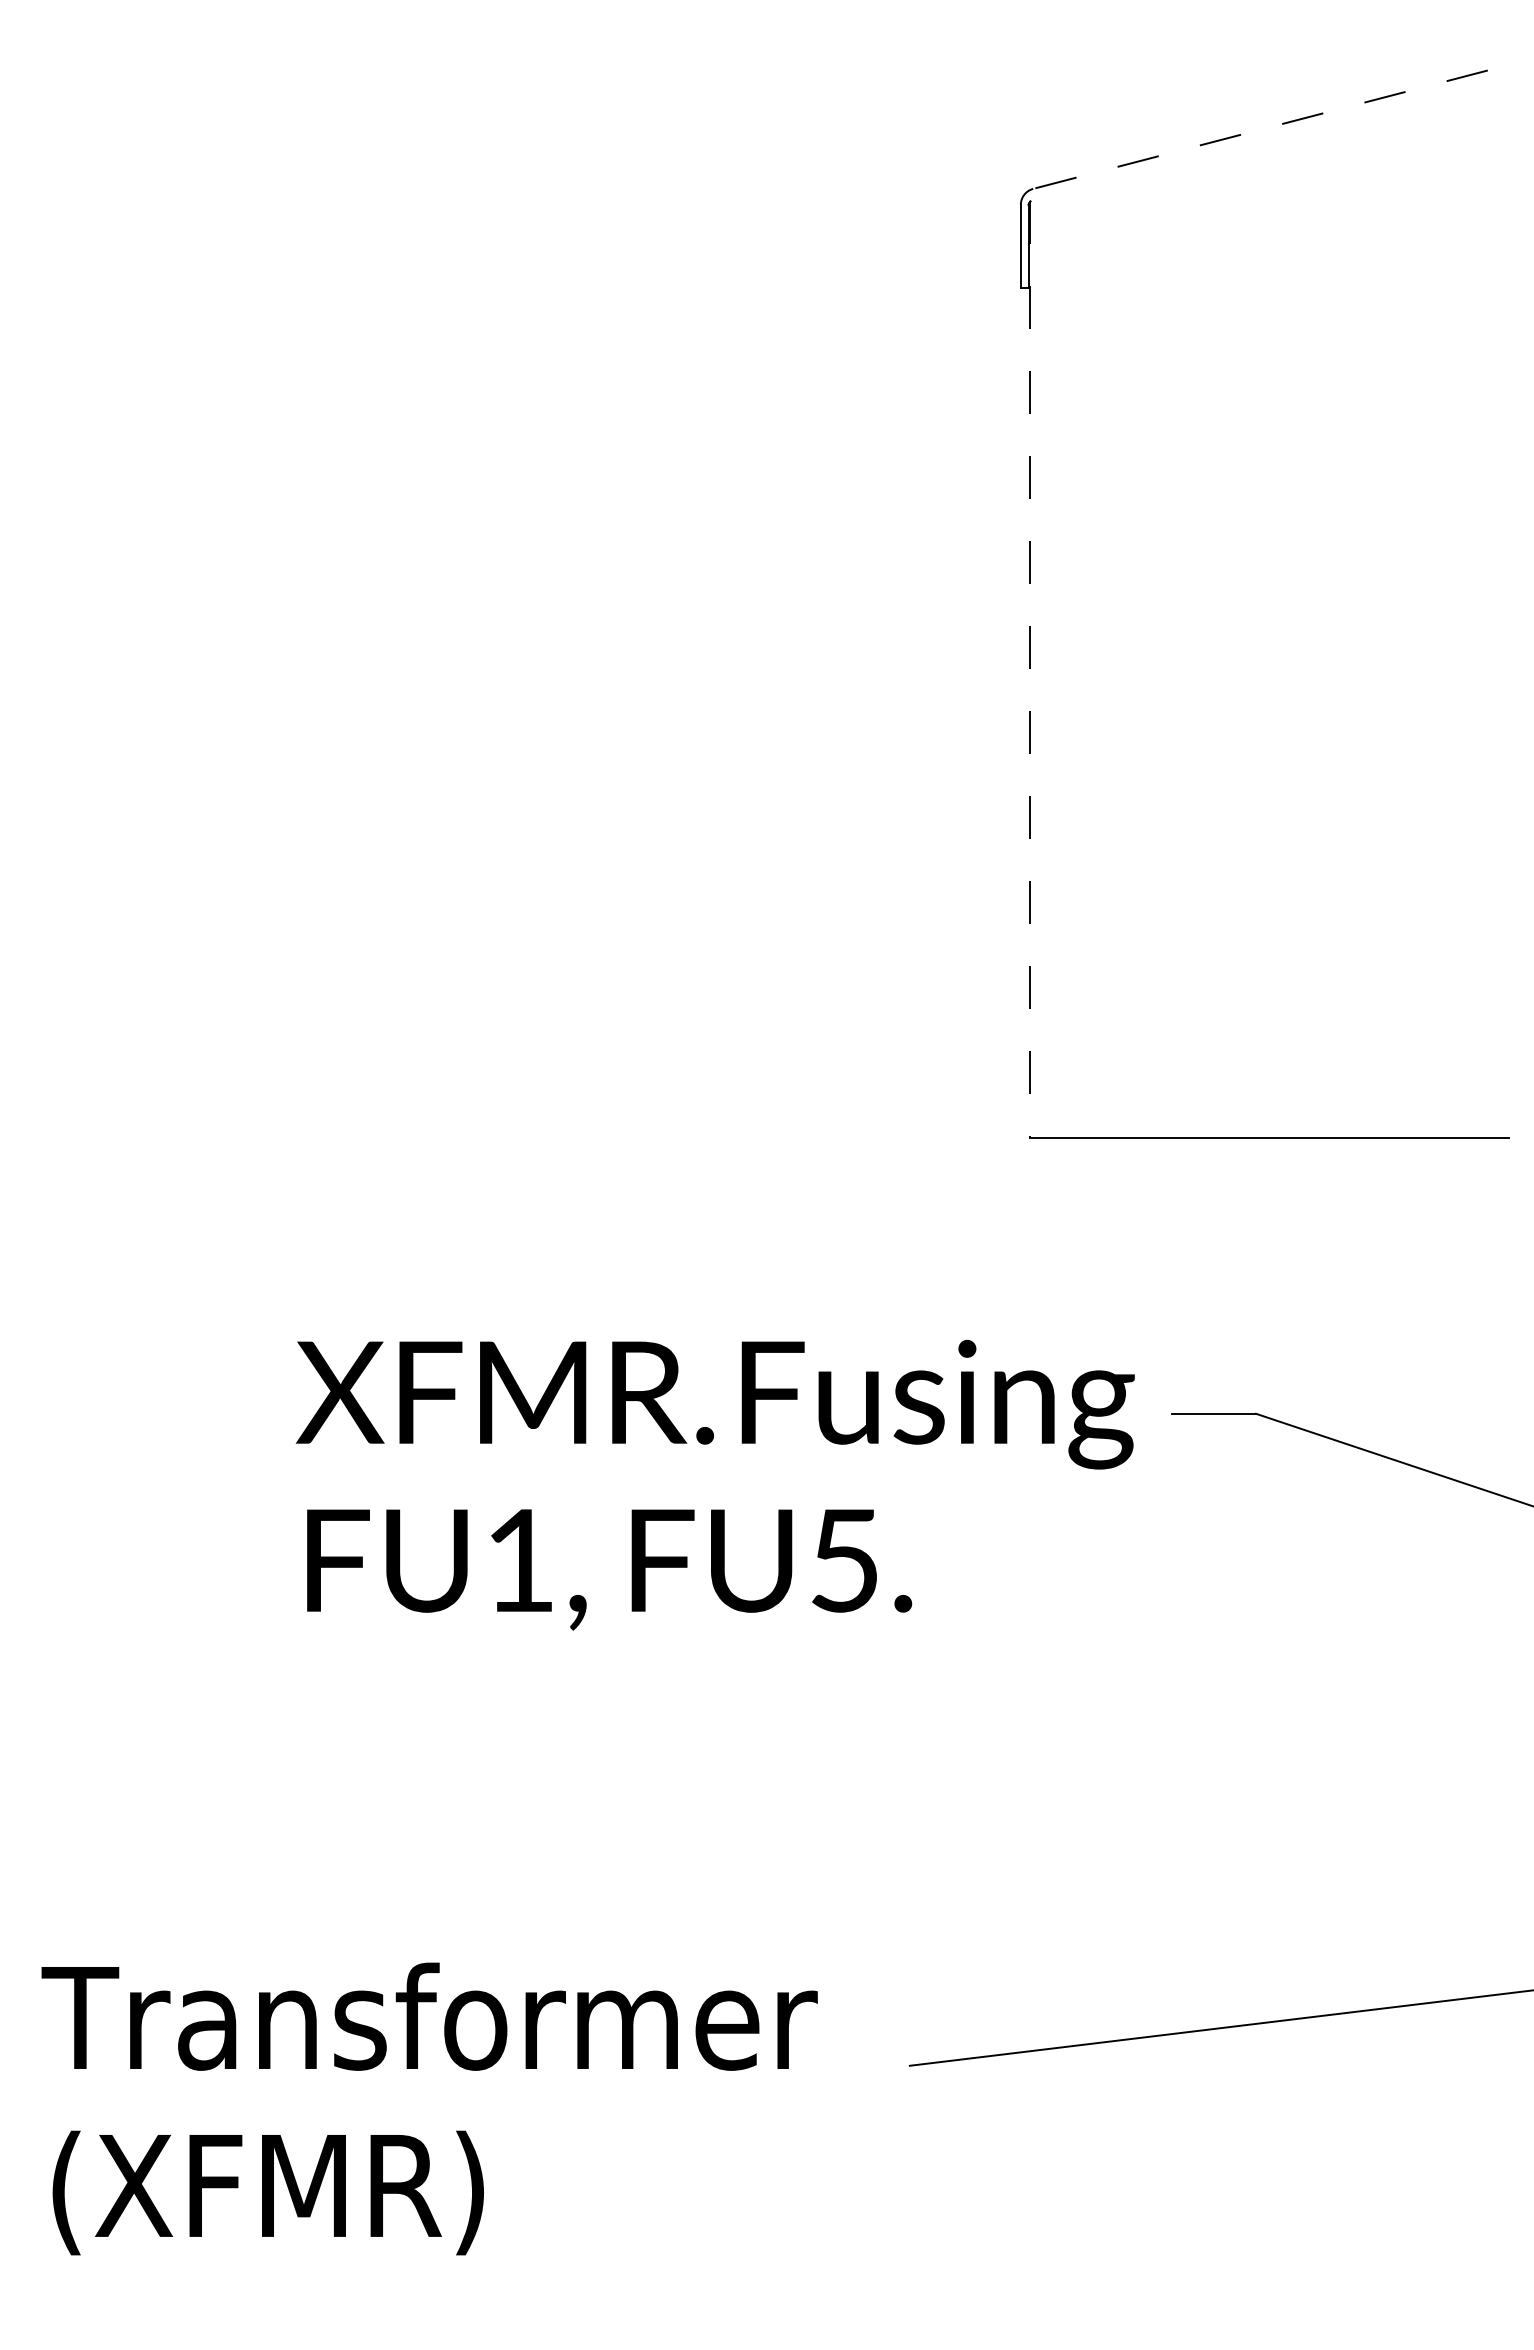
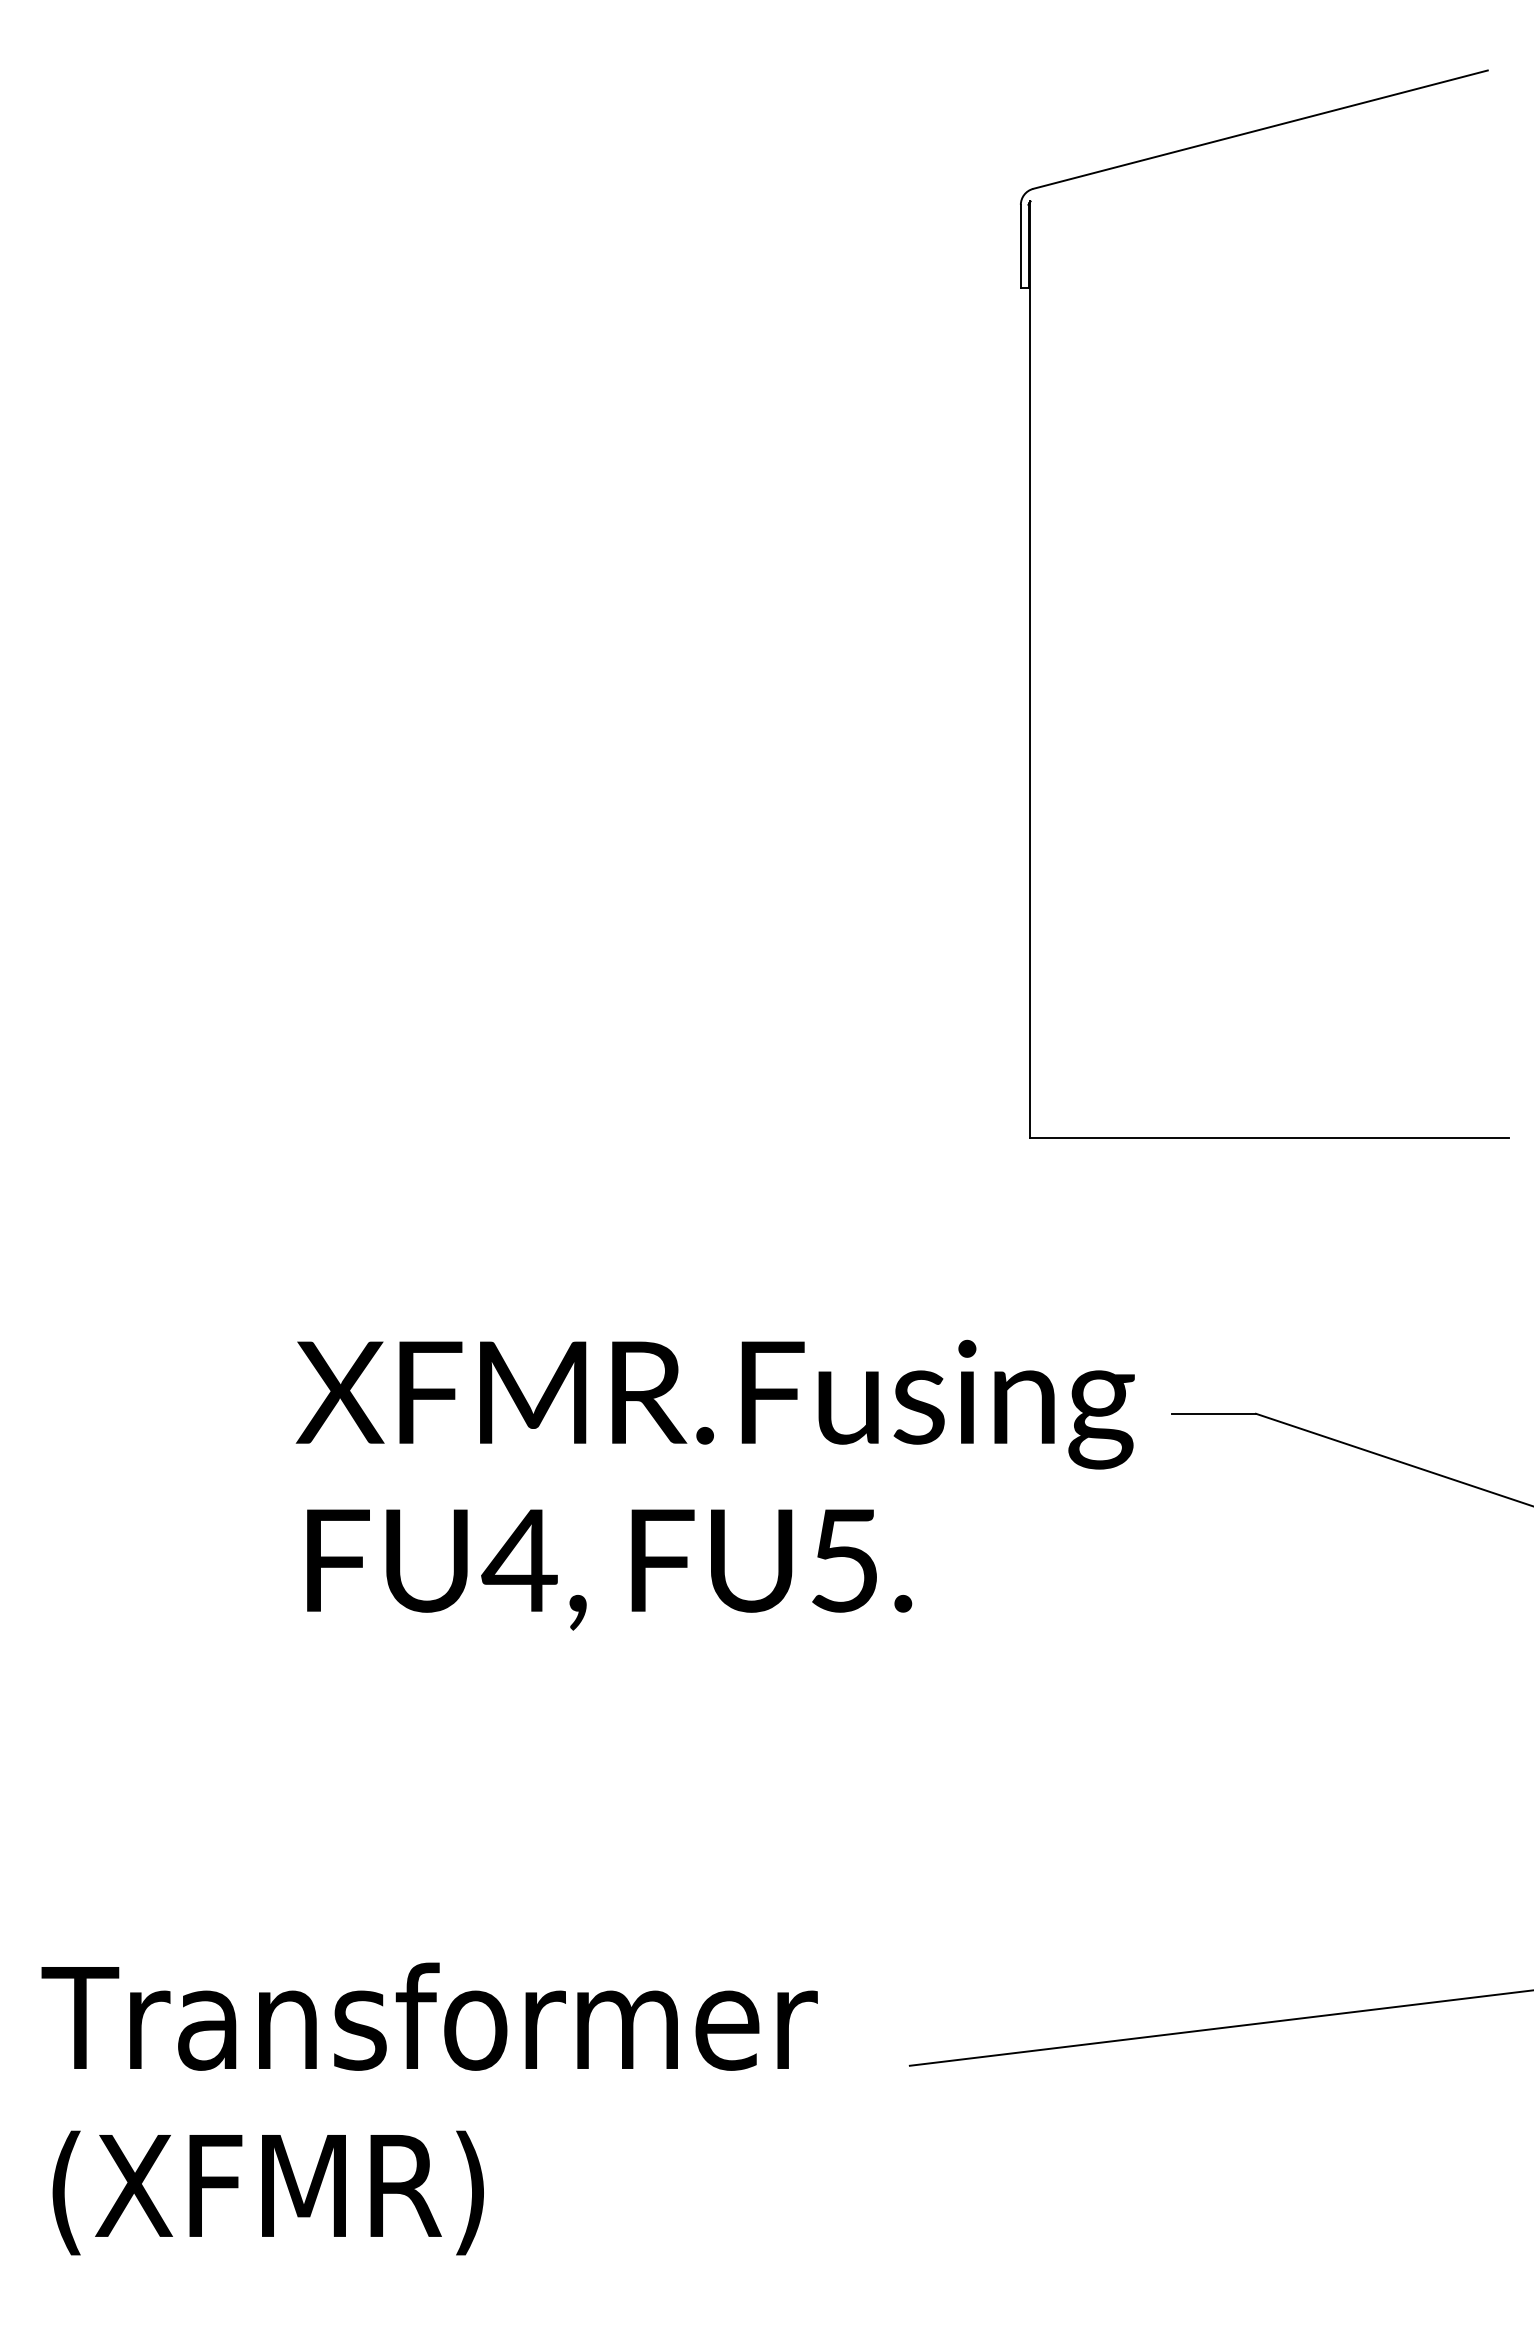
line at (1260, 129): dashed -> solid
line at (1030, 670): dashed -> solid
text at (519, 1560): FU1, -> FU4,
